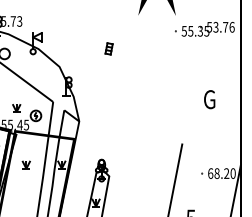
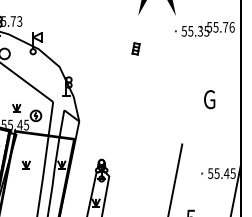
text at (215, 25): 53.76 -> 55.76
part at (108, 48) position: (108, 48) -> (135, 48)
text at (221, 173): 68.20 -> 55.45
